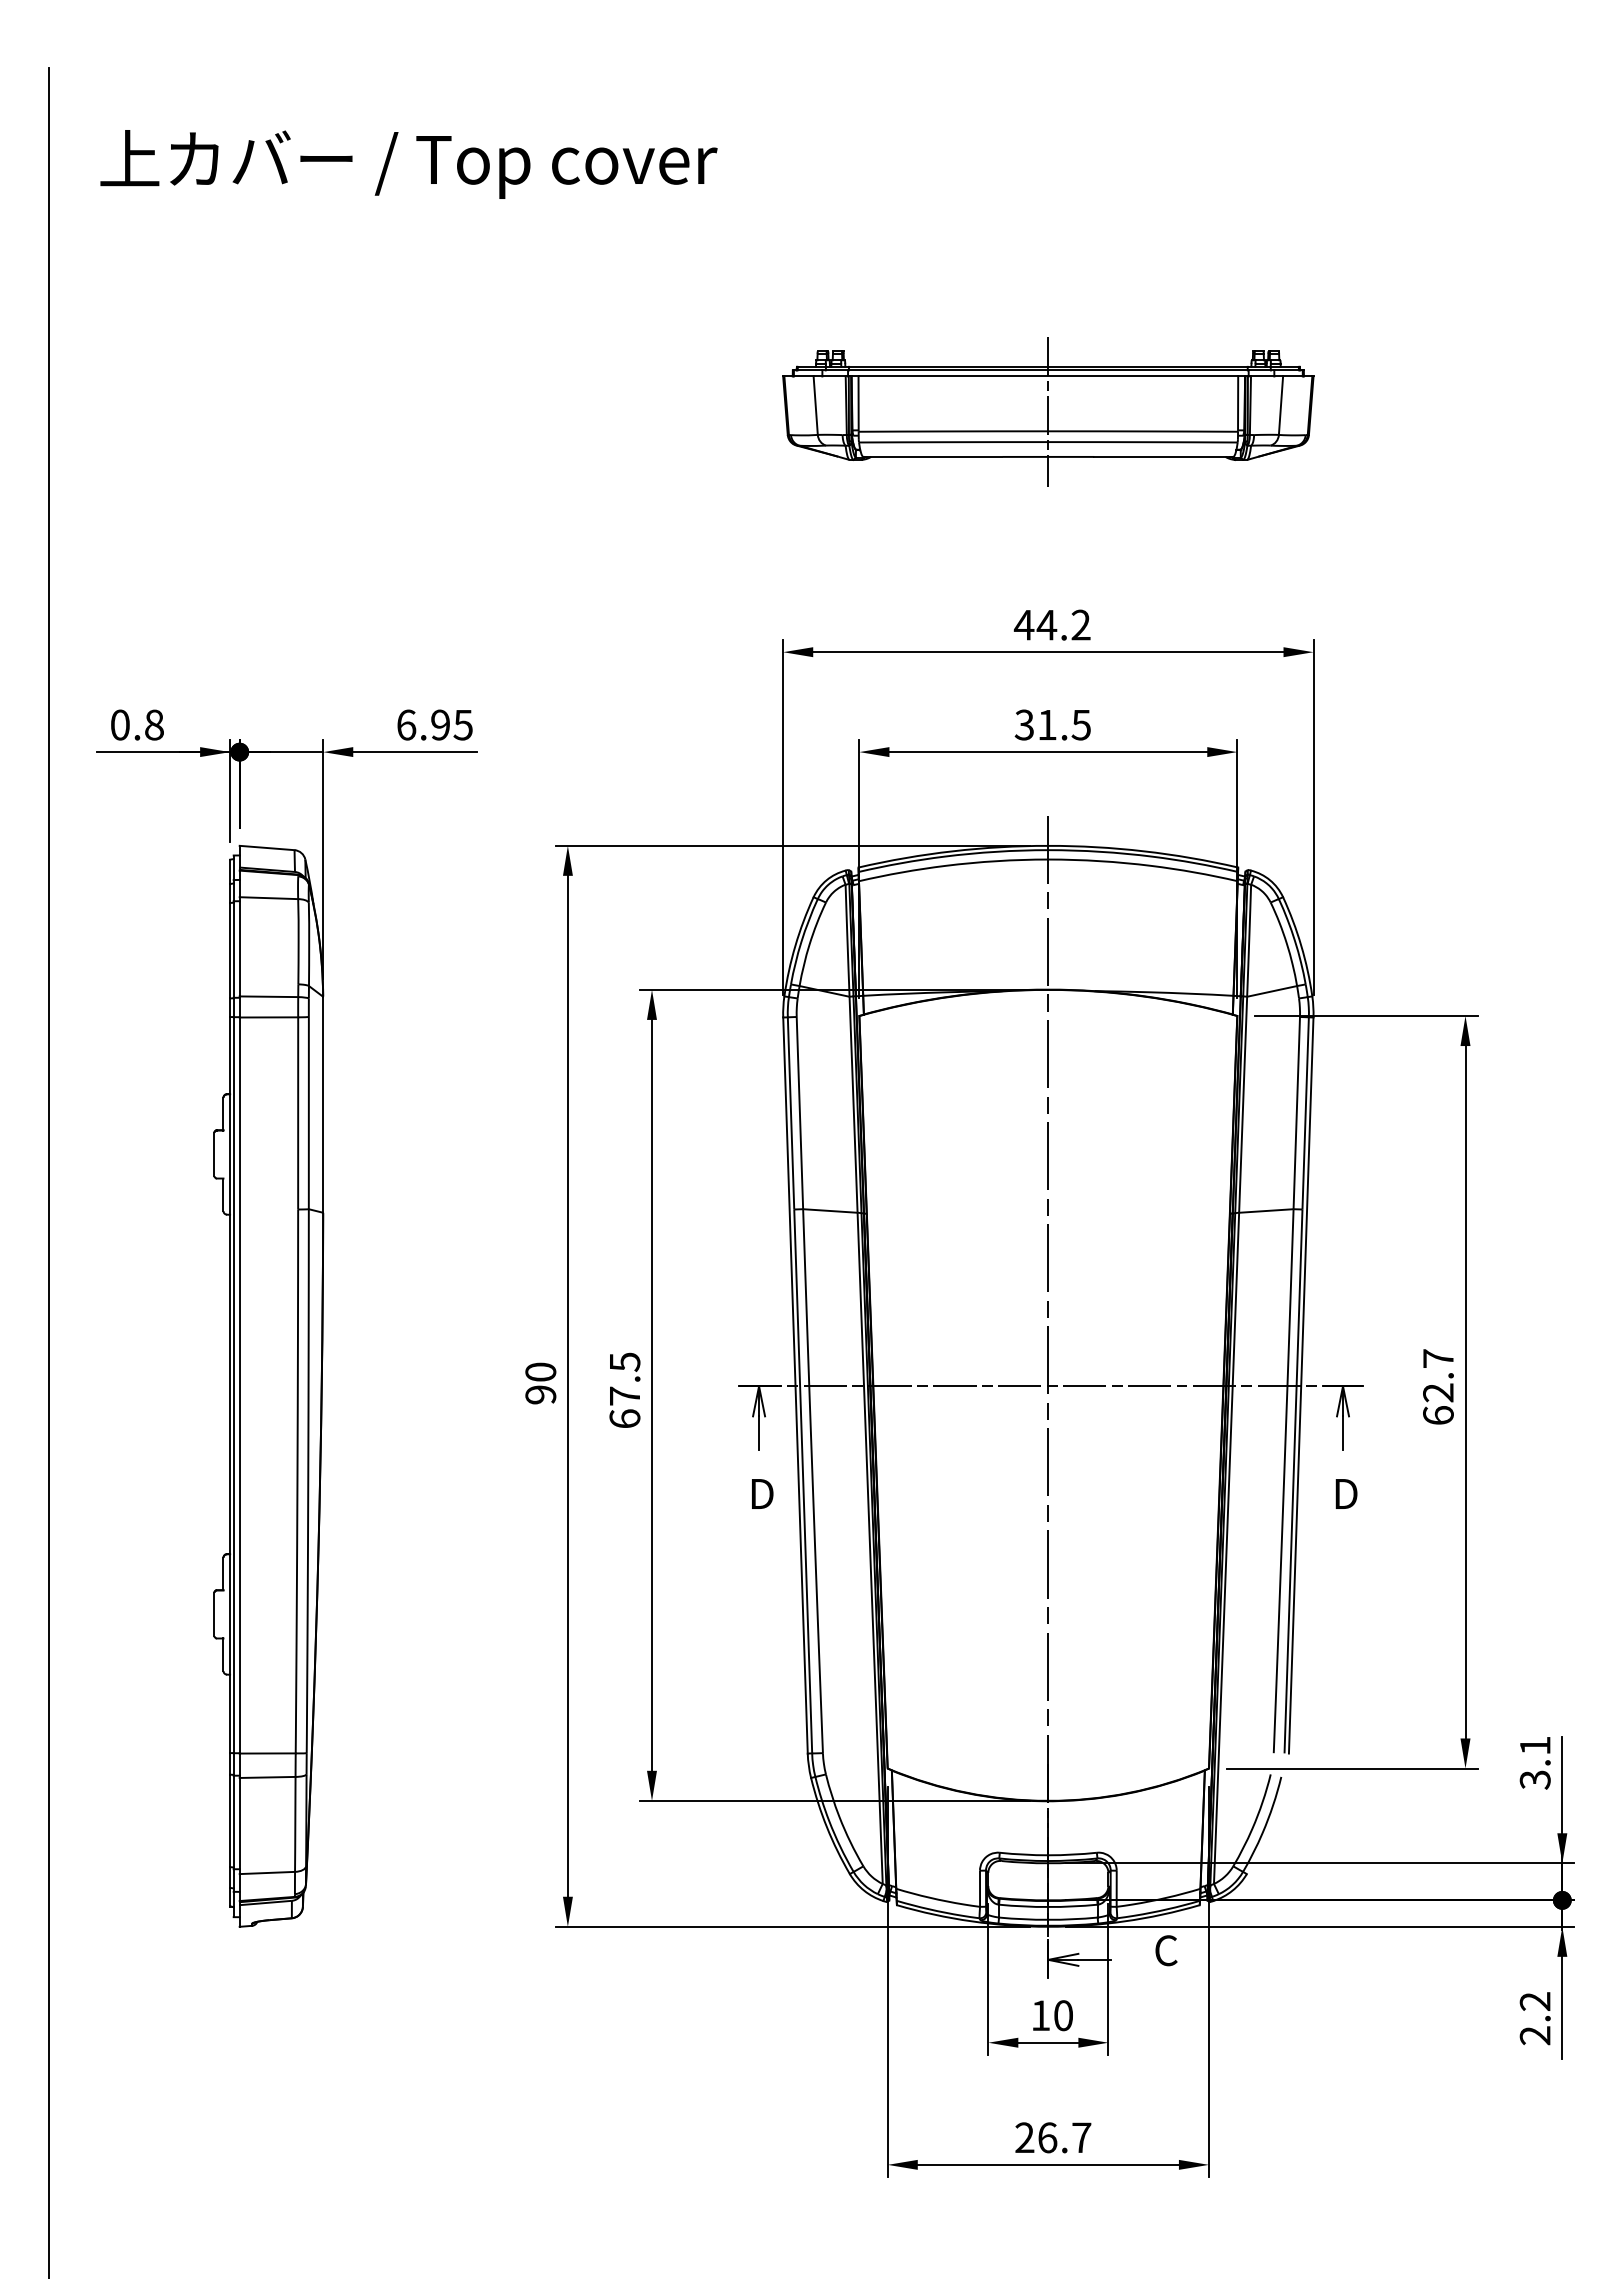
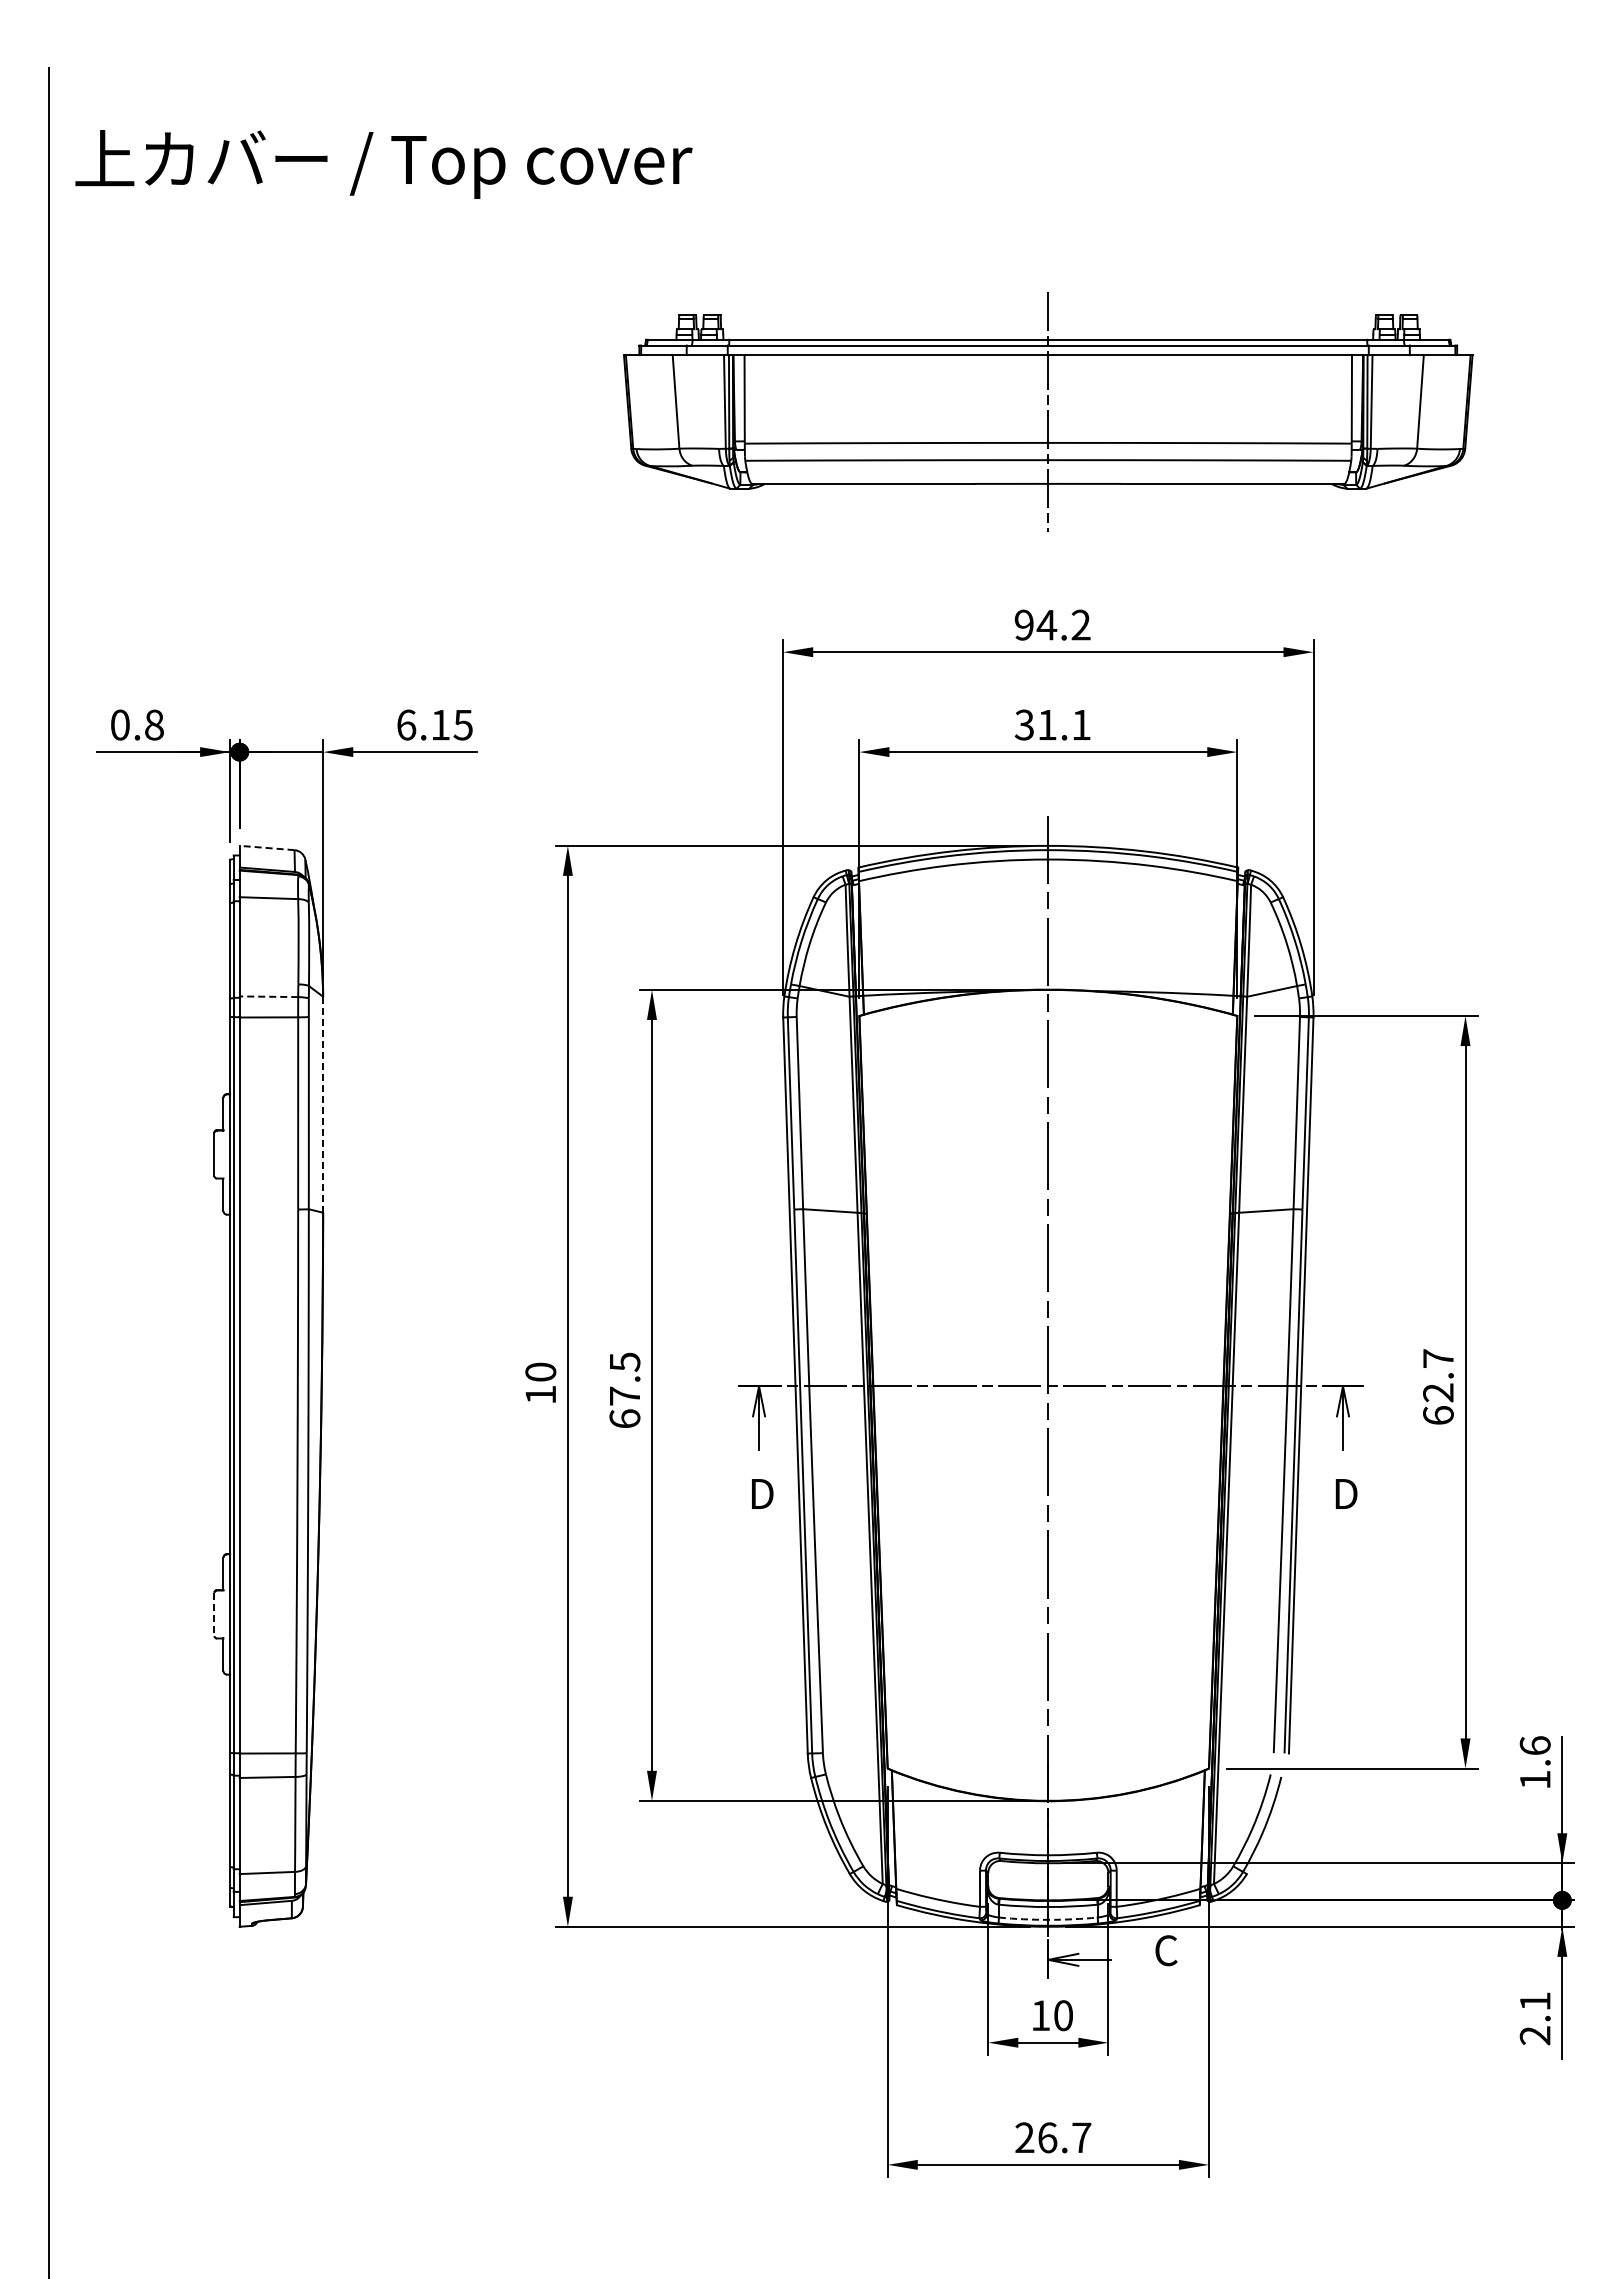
text at (408, 164) position: (408, 164) -> (383, 164)
part at (1048, 411) size: 533x150 px -> 851x240 px
text at (1023, 624): 44.2 -> 94.2
text at (440, 724): 6.95 -> 6.15
text at (1080, 725): 31.5 -> 31.1
line at (267, 848): solid -> dashed
line at (268, 996): solid -> dashed
line at (323, 1104): solid -> dashed
text at (540, 1394): 90 -> 10
line at (214, 1614): solid -> dashed
text at (1534, 1762): 3.1 -> 1.6
arc at (1048, 1919): solid -> dashed
text at (1534, 2001): 2.2 -> 2.1
